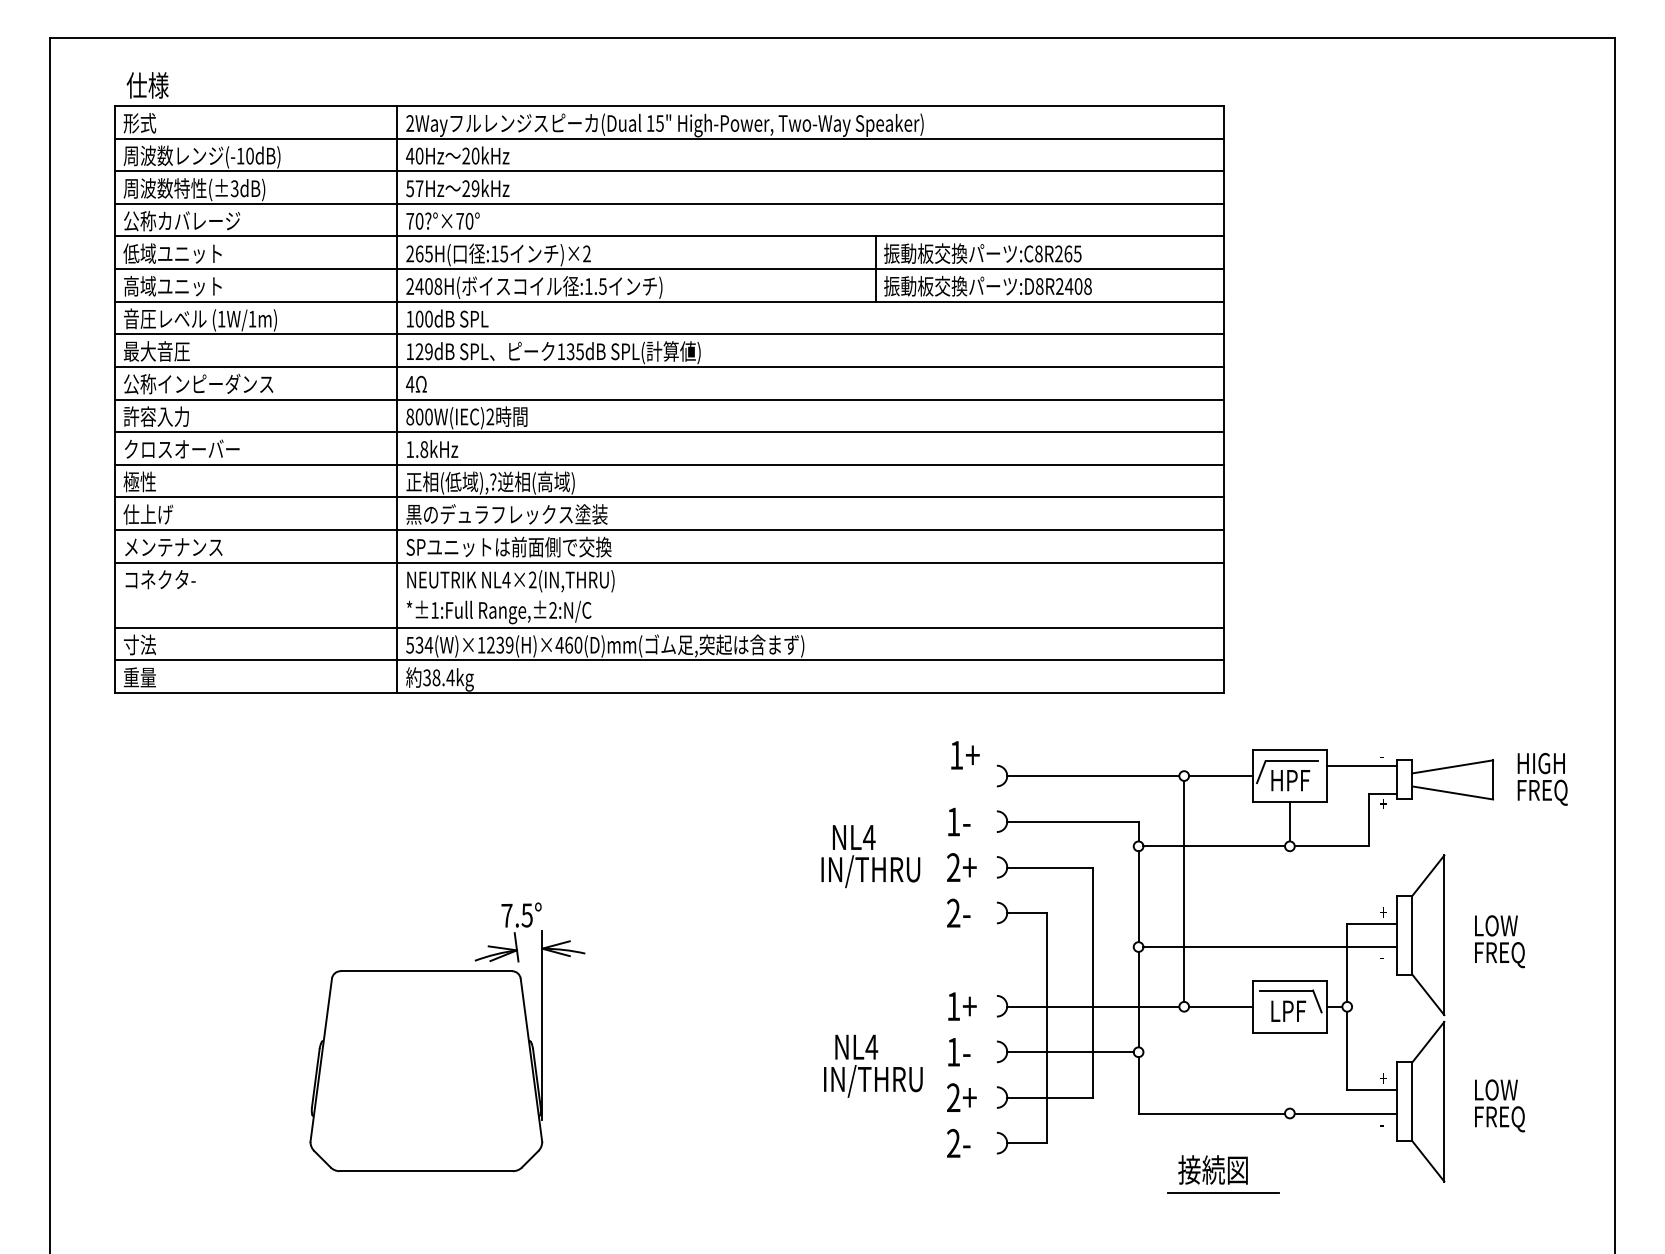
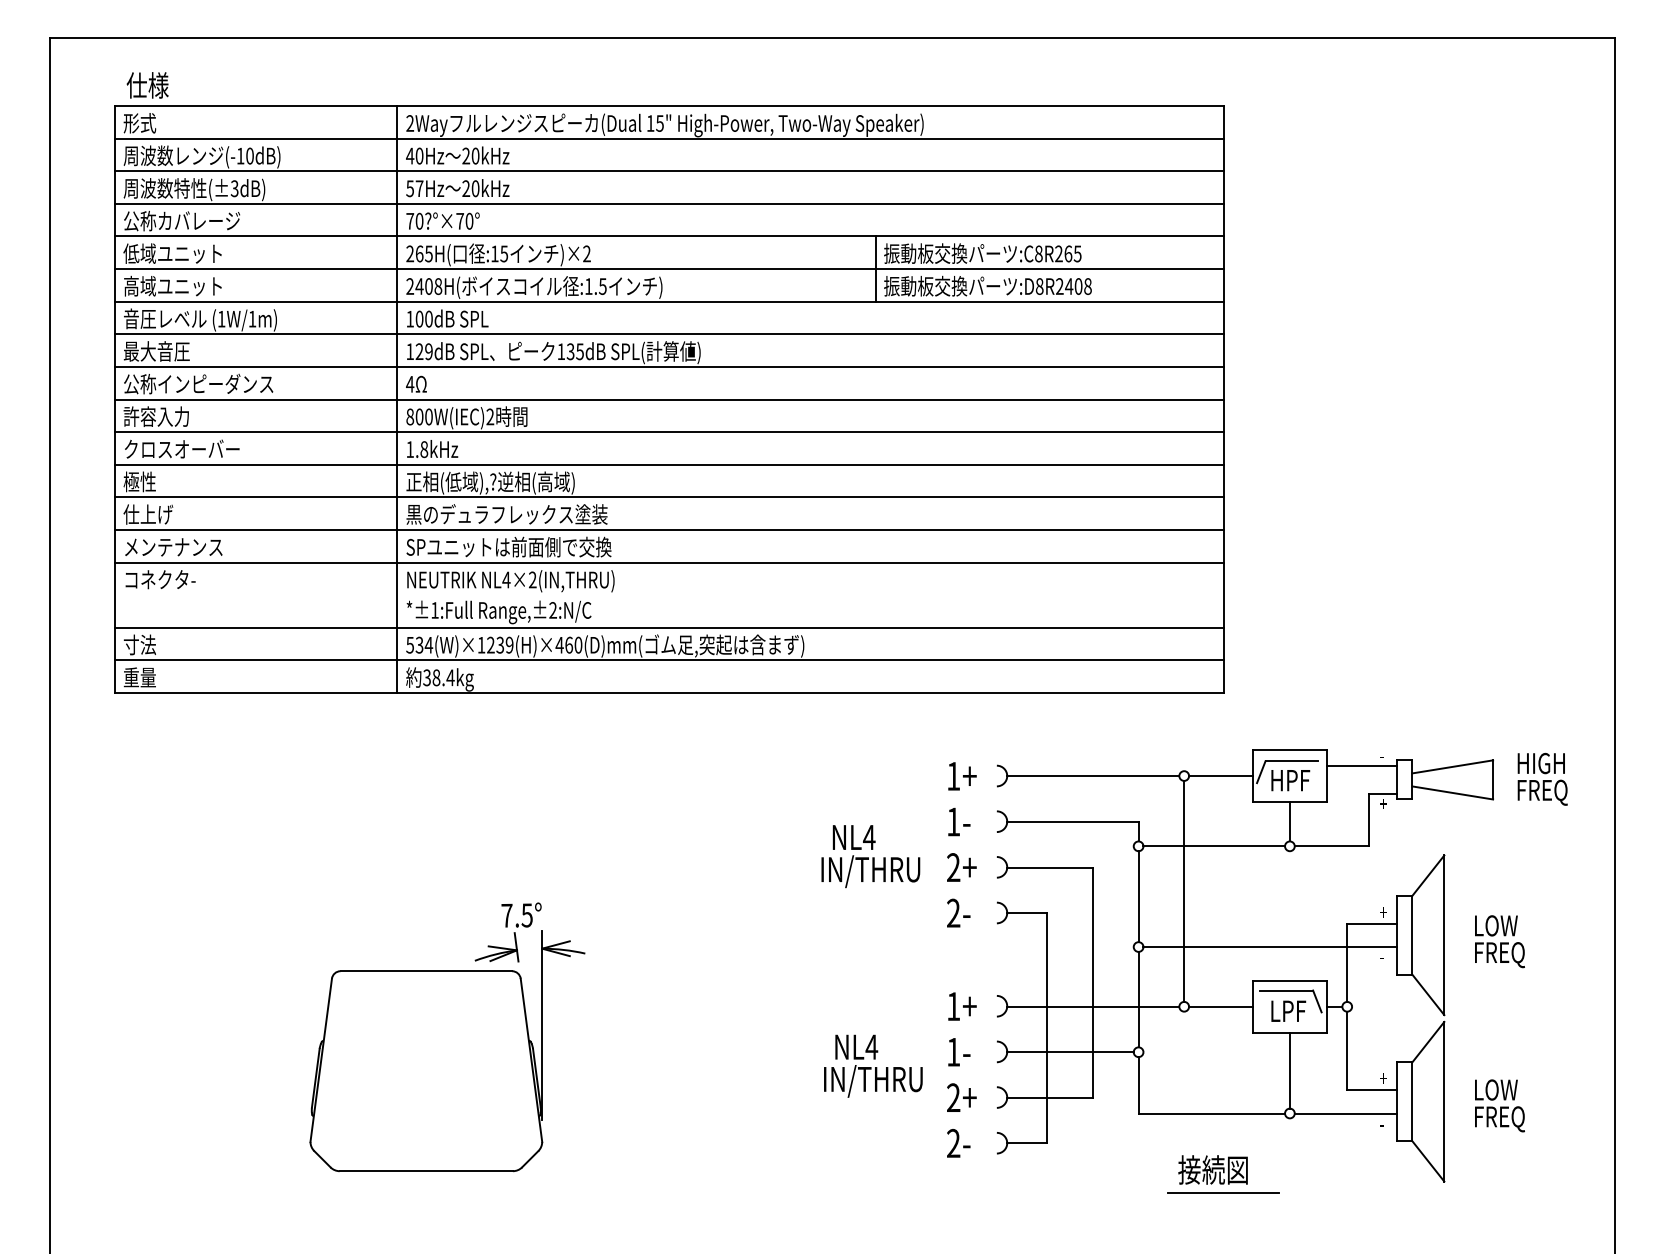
text at (475, 188): 29kHz -> 20kHz
text at (965, 755) position: (965, 755) -> (962, 776)
line at (1289, 1070): none -> present
